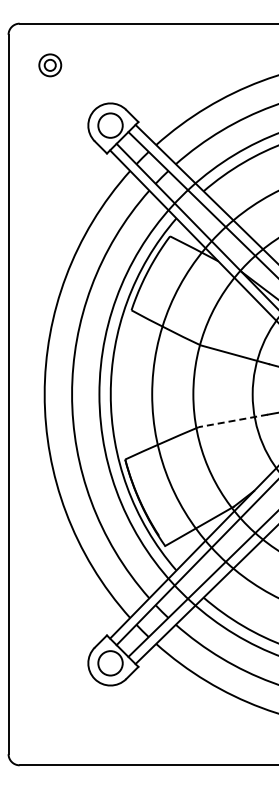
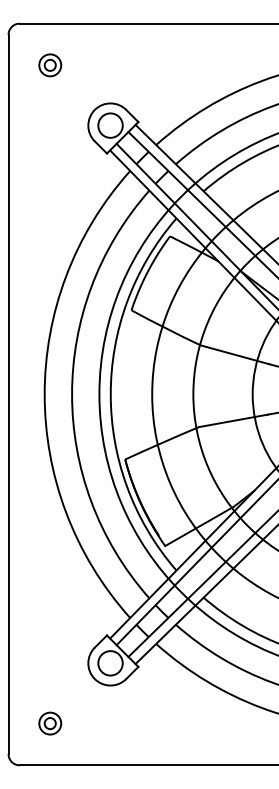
line at (232, 420): dashed -> solid
part at (50, 723): none -> present
